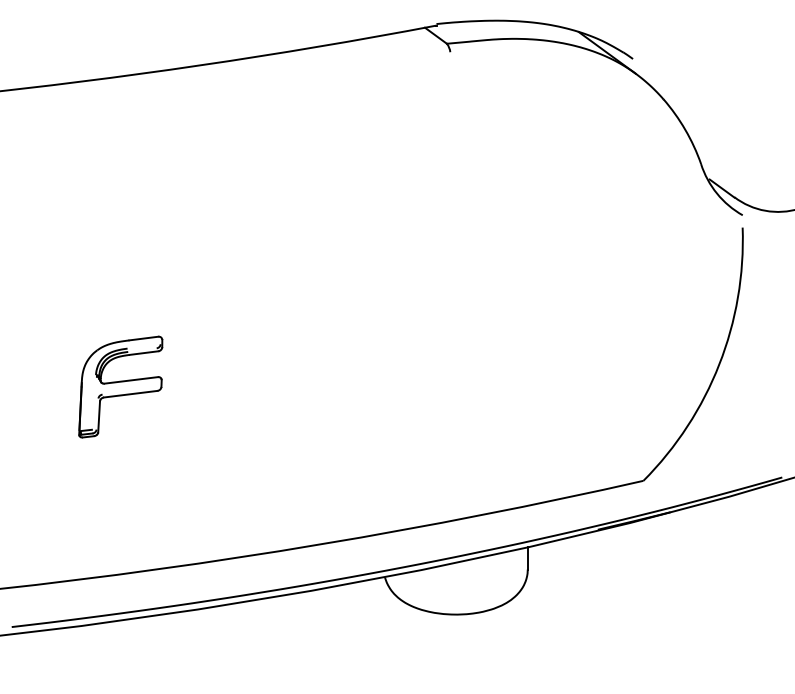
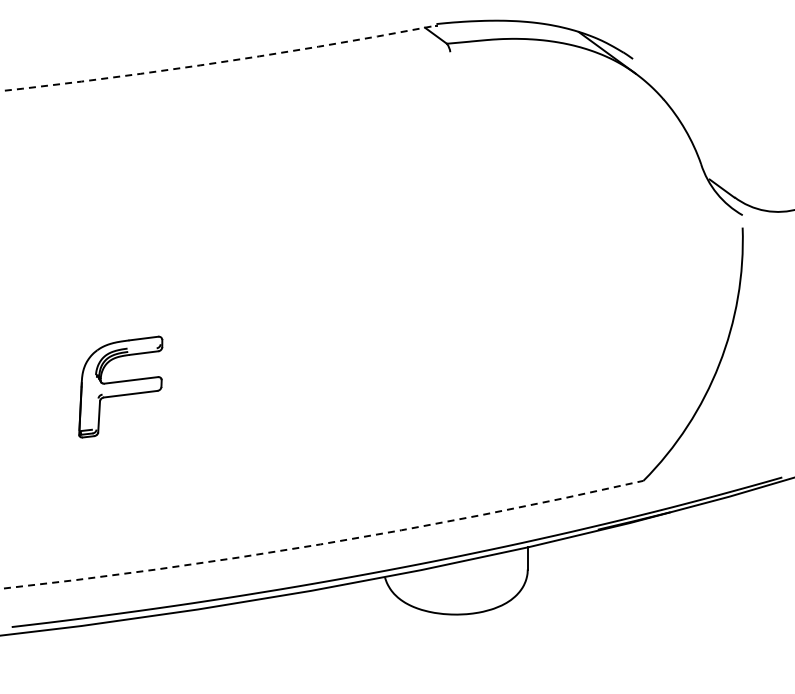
arc at (218, 62): solid -> dashed
arc at (323, 543): solid -> dashed
